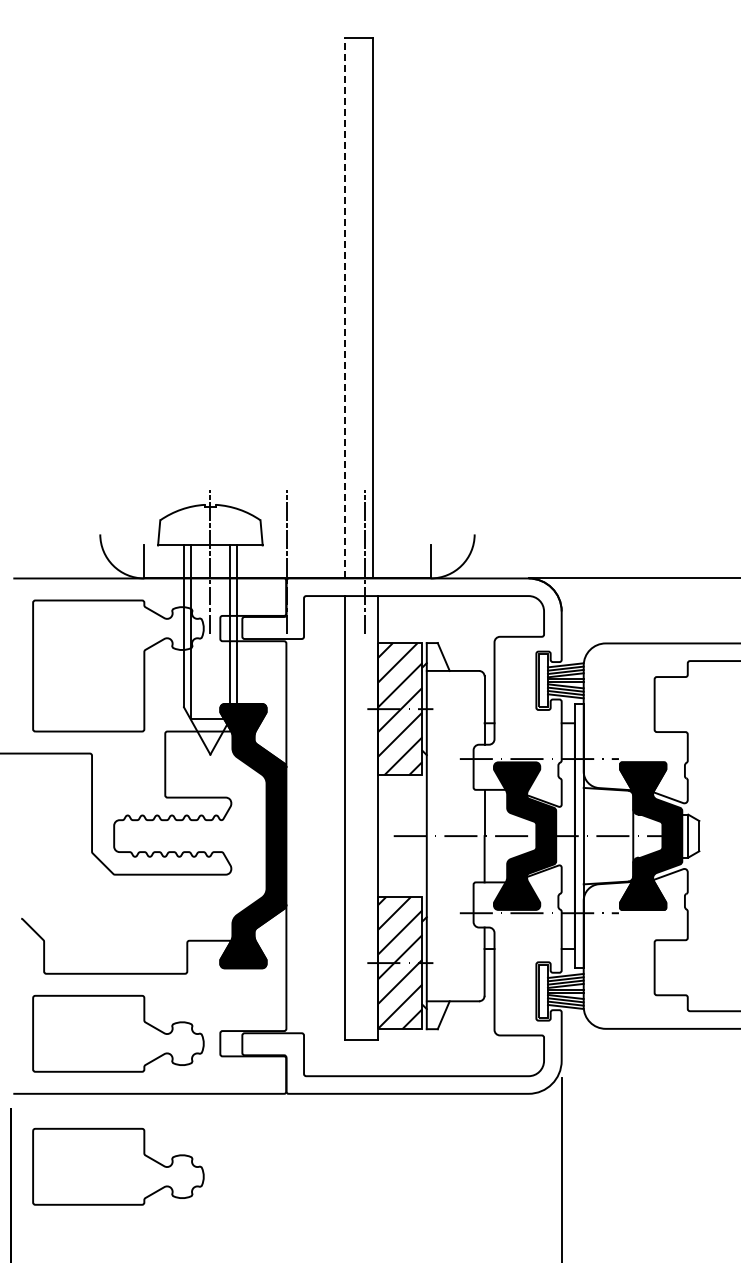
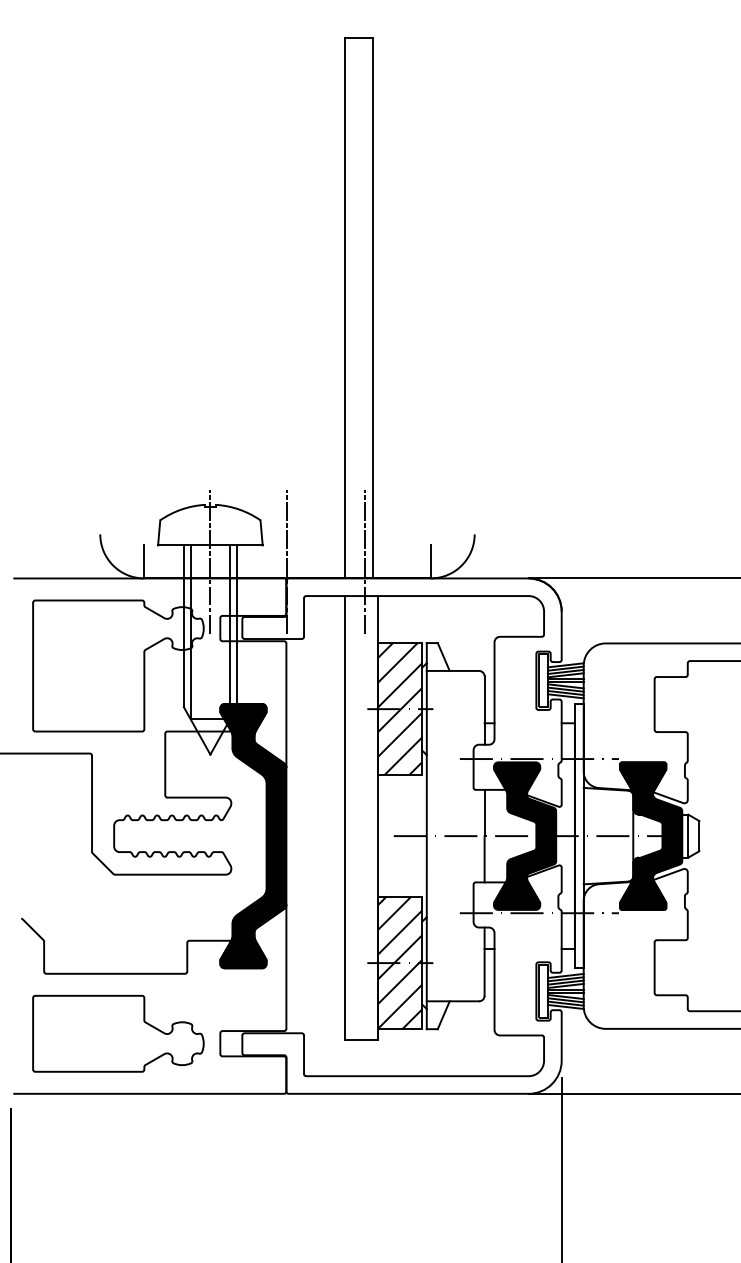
line at (345, 307): dashed -> solid
line at (632, 1093): none -> present
part at (118, 1166): present -> none
